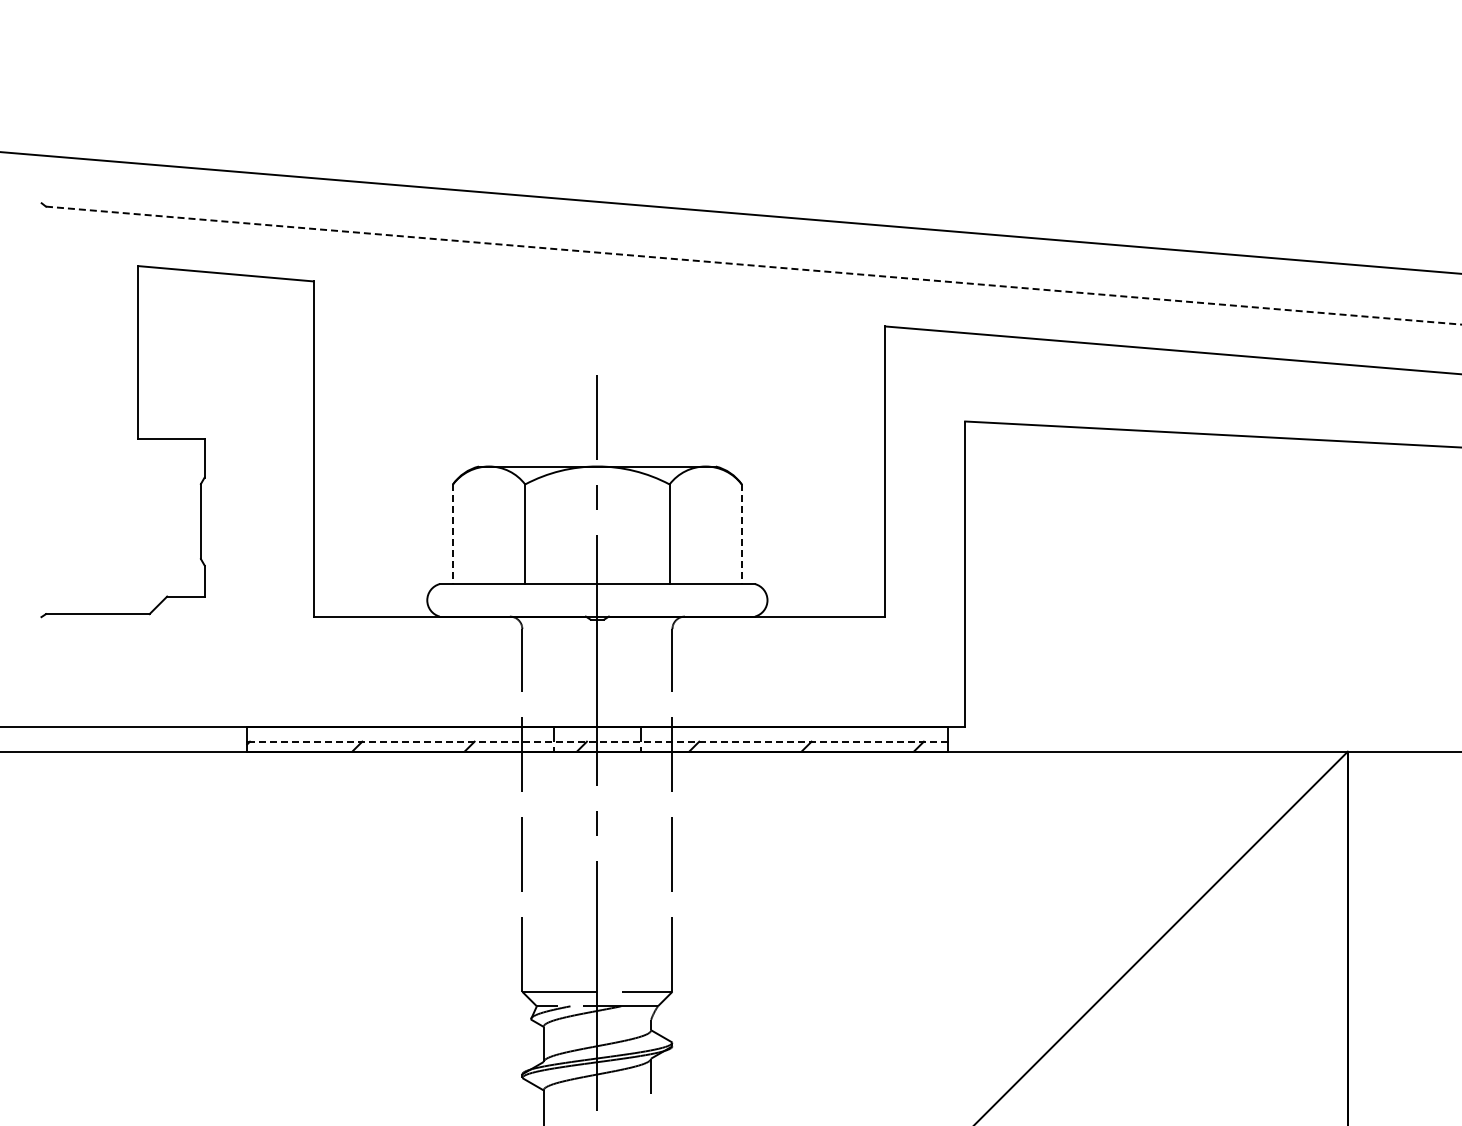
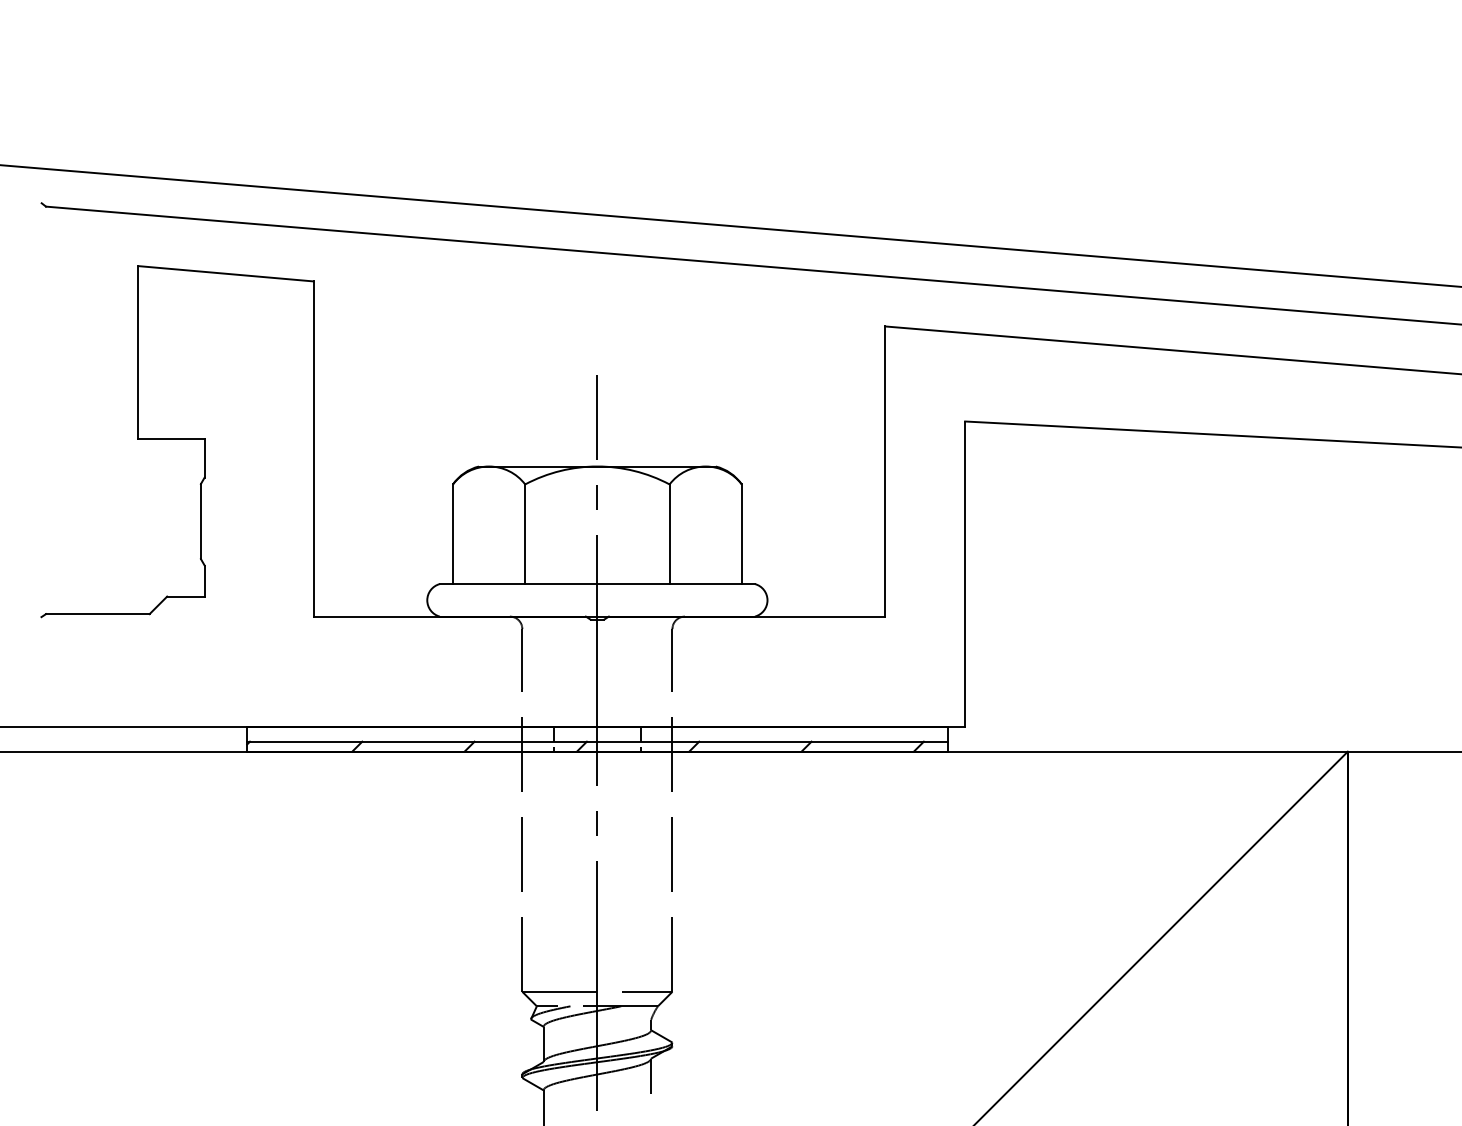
line at (730, 212) position: (730, 212) -> (730, 225)
line at (754, 265): dashed -> solid
line at (452, 534): dashed -> solid
line at (741, 534): dashed -> solid
line at (596, 741): dashed -> solid
